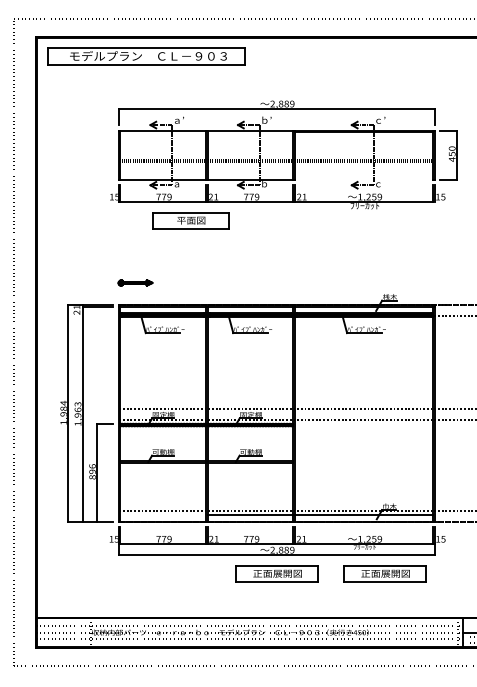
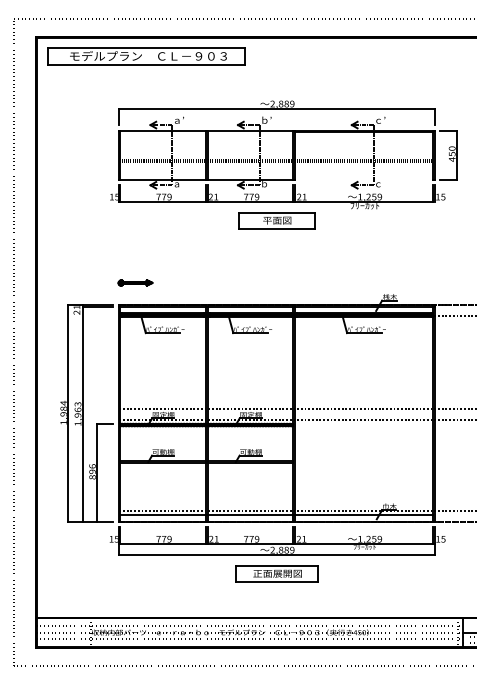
part at (190, 220) position: (190, 220) -> (276, 220)
line at (162, 515): none -> present
part at (384, 573): present -> none
